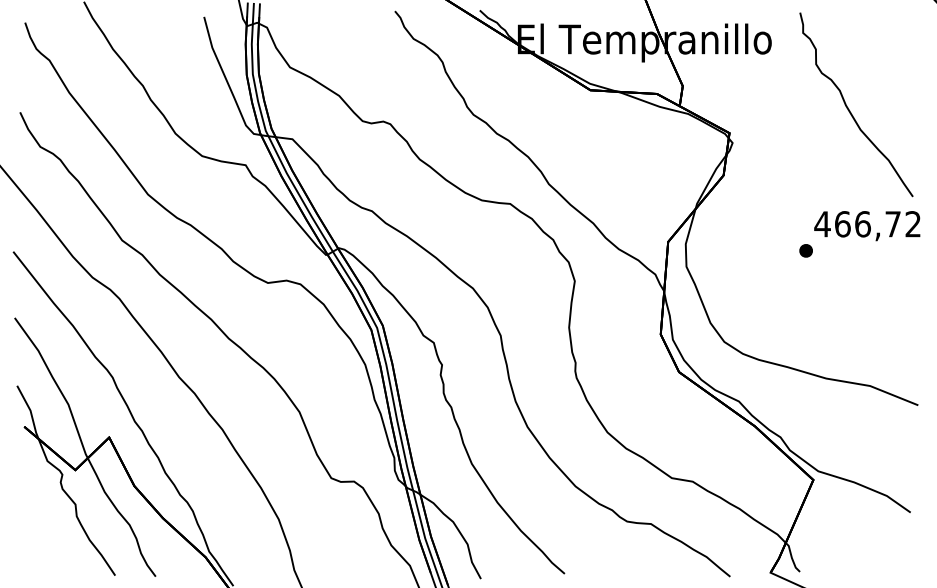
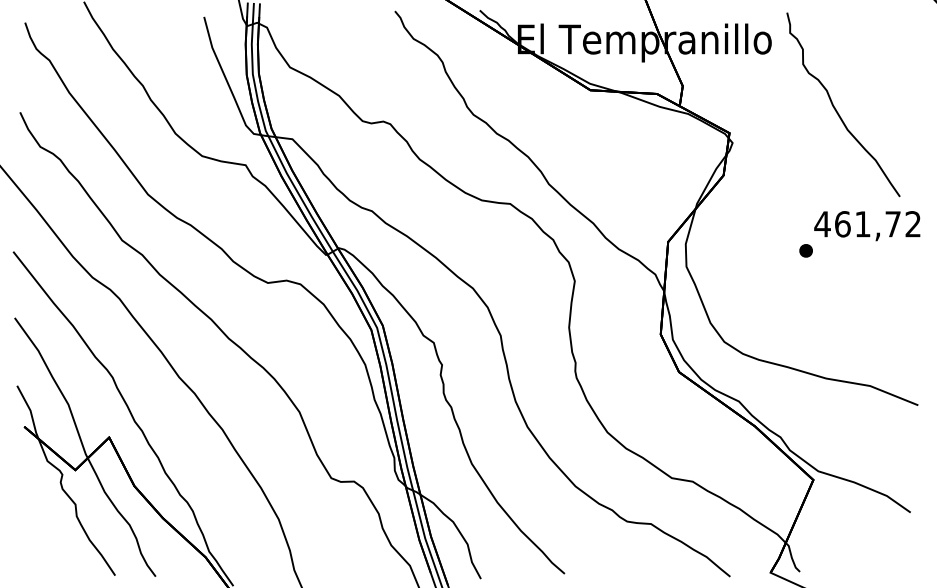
part at (850, 110) position: (850, 110) -> (837, 110)
text at (862, 224): 466,72 -> 461,72
